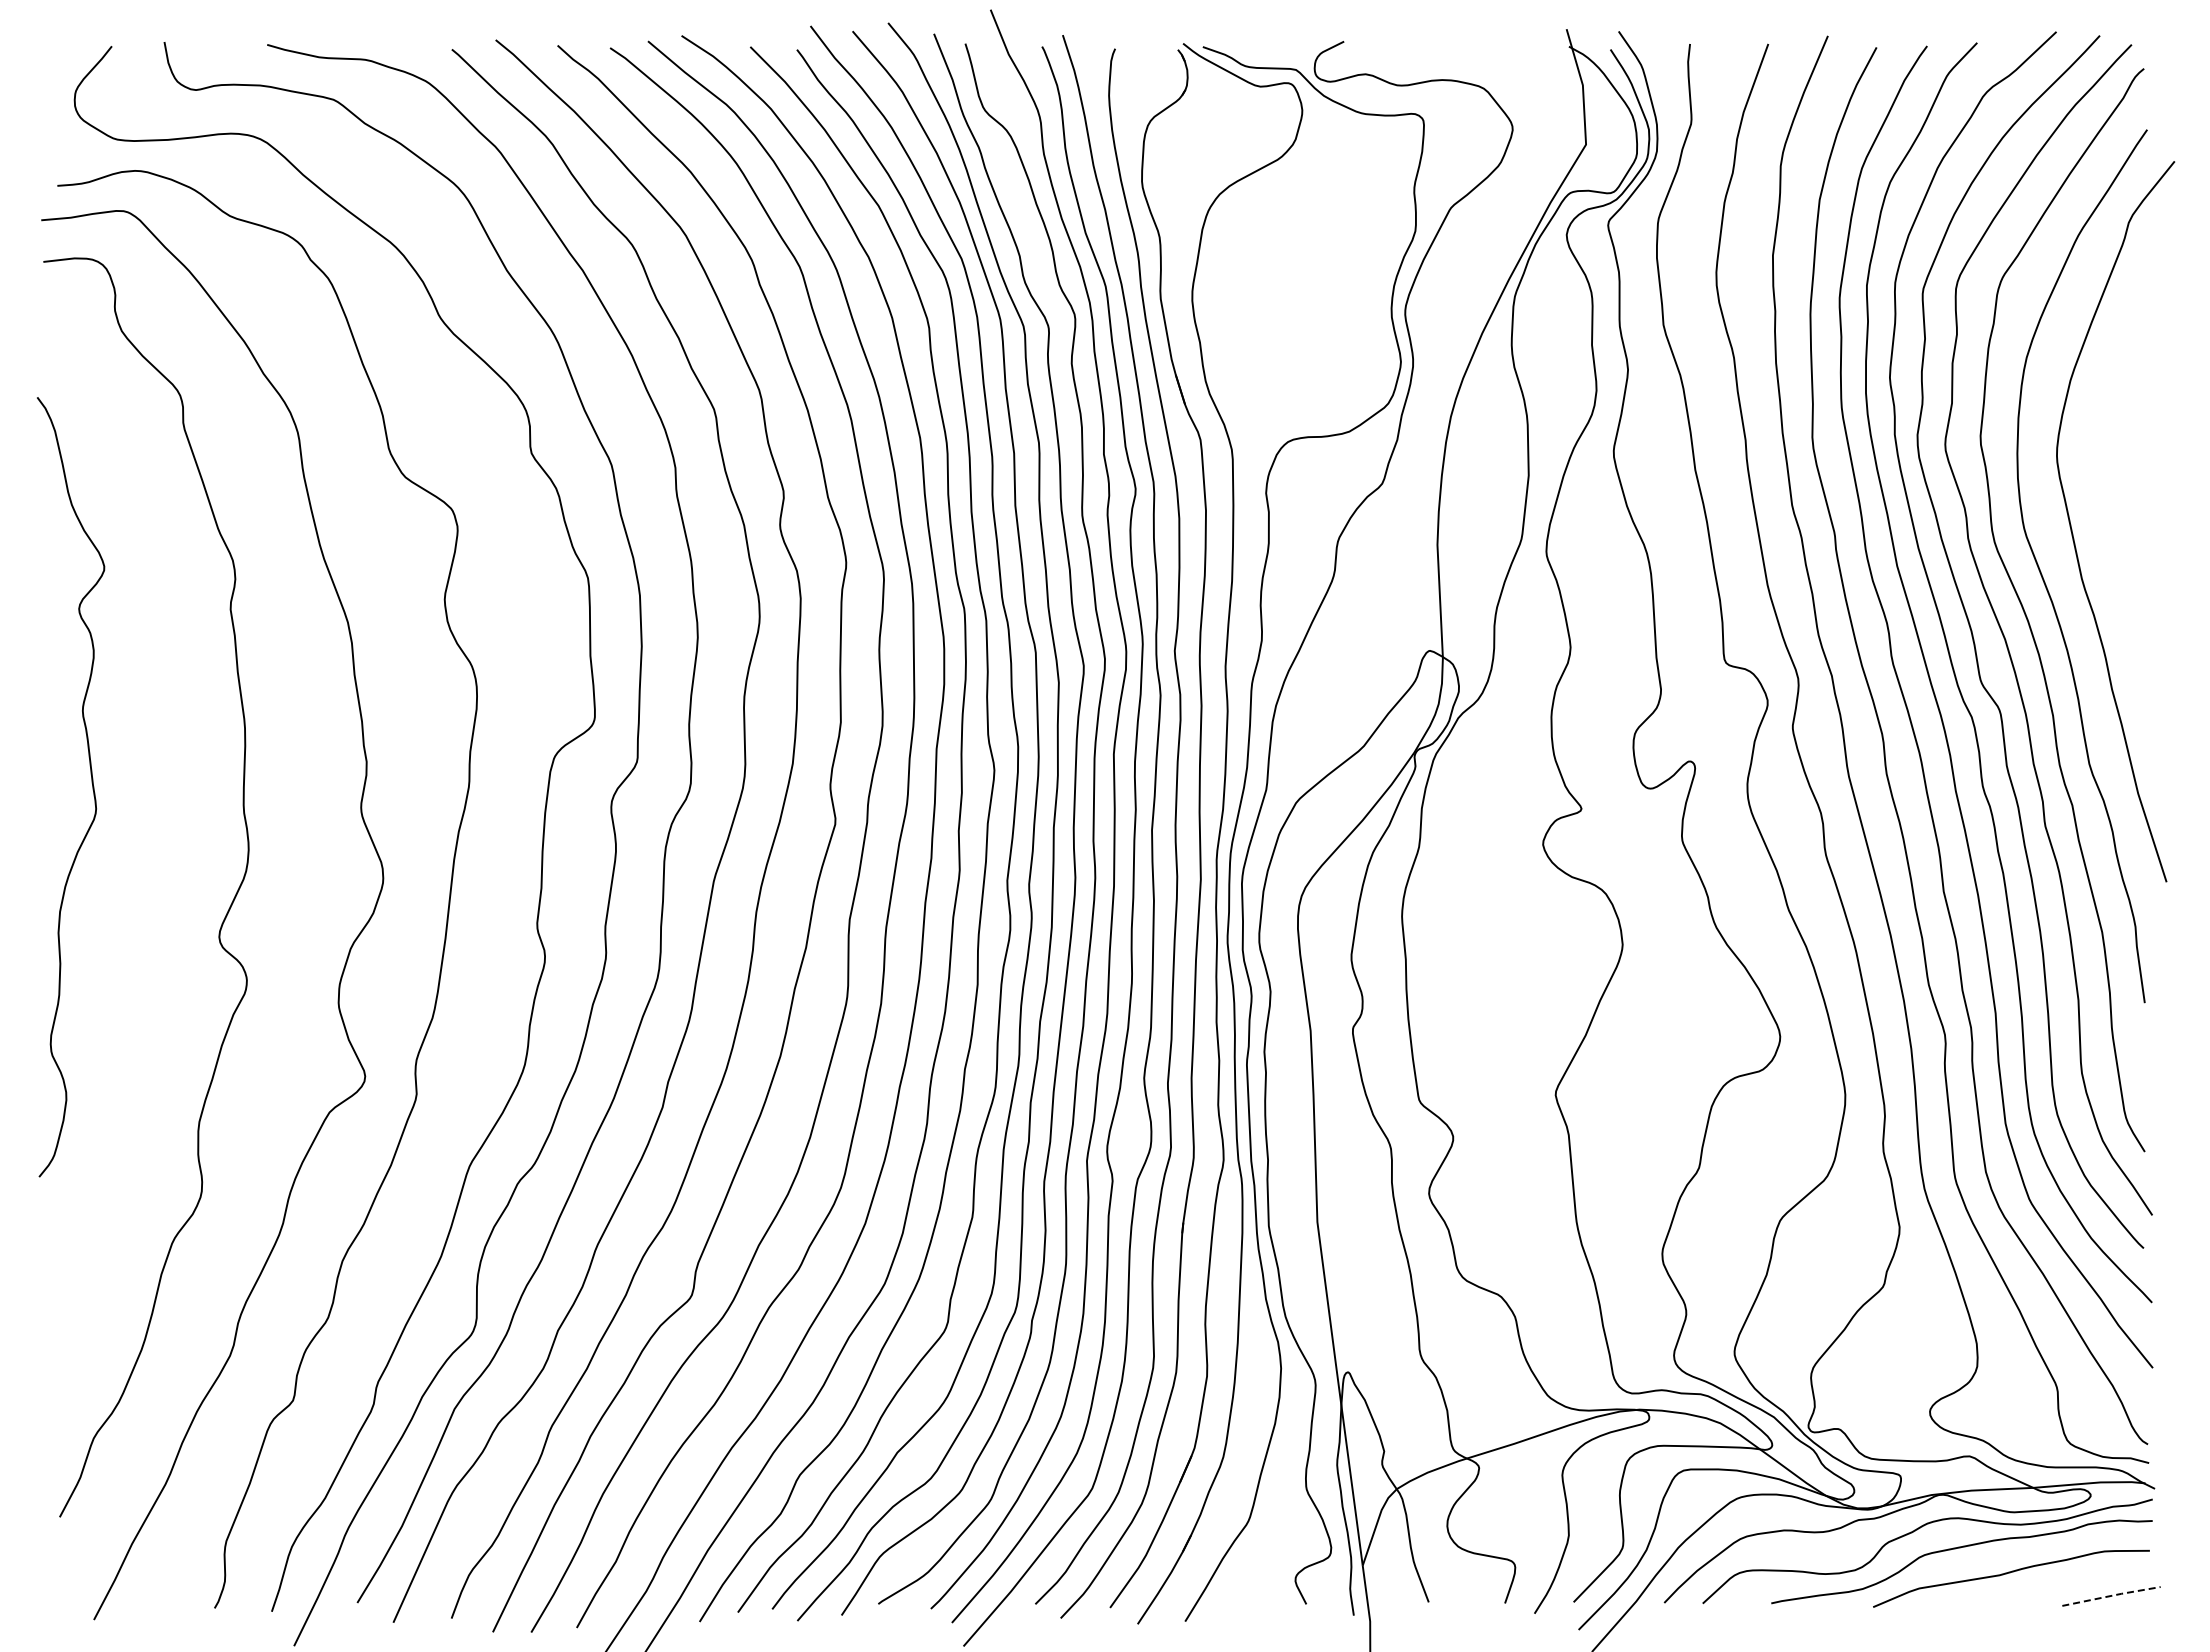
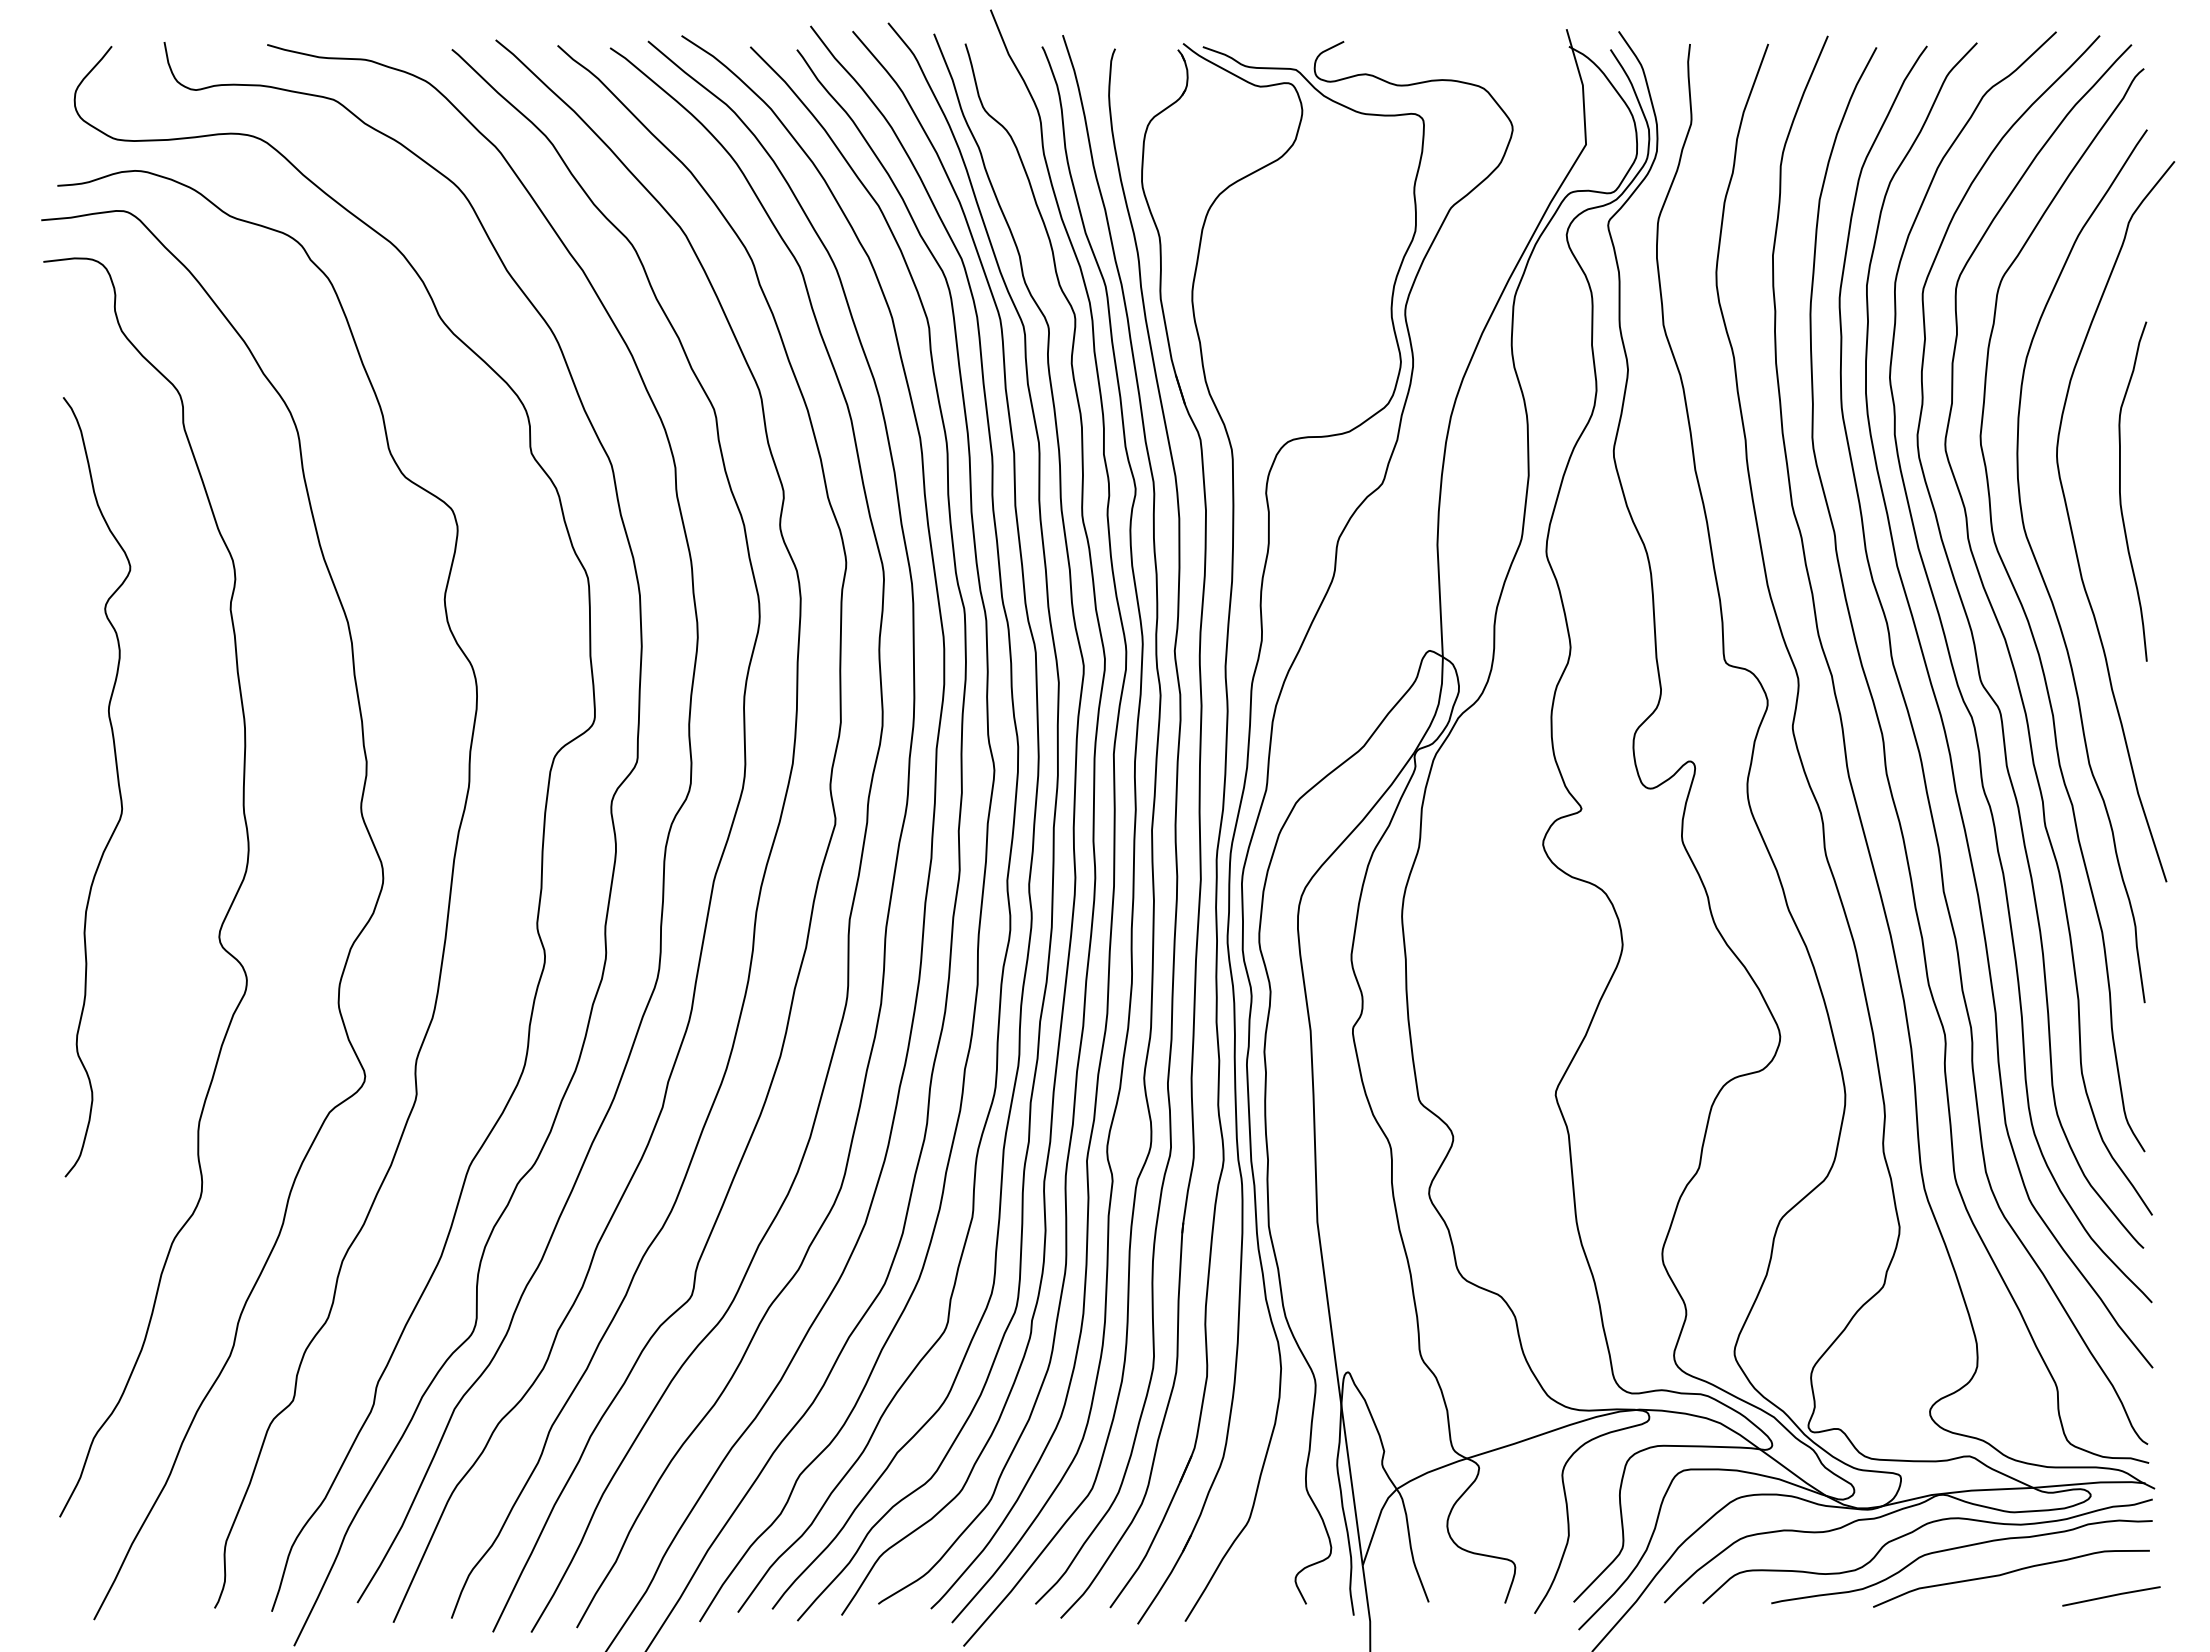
curve at (2120, 491): none -> present
curve at (91, 783) position: (91, 783) -> (117, 783)
line at (2111, 1595): dashed -> solid
